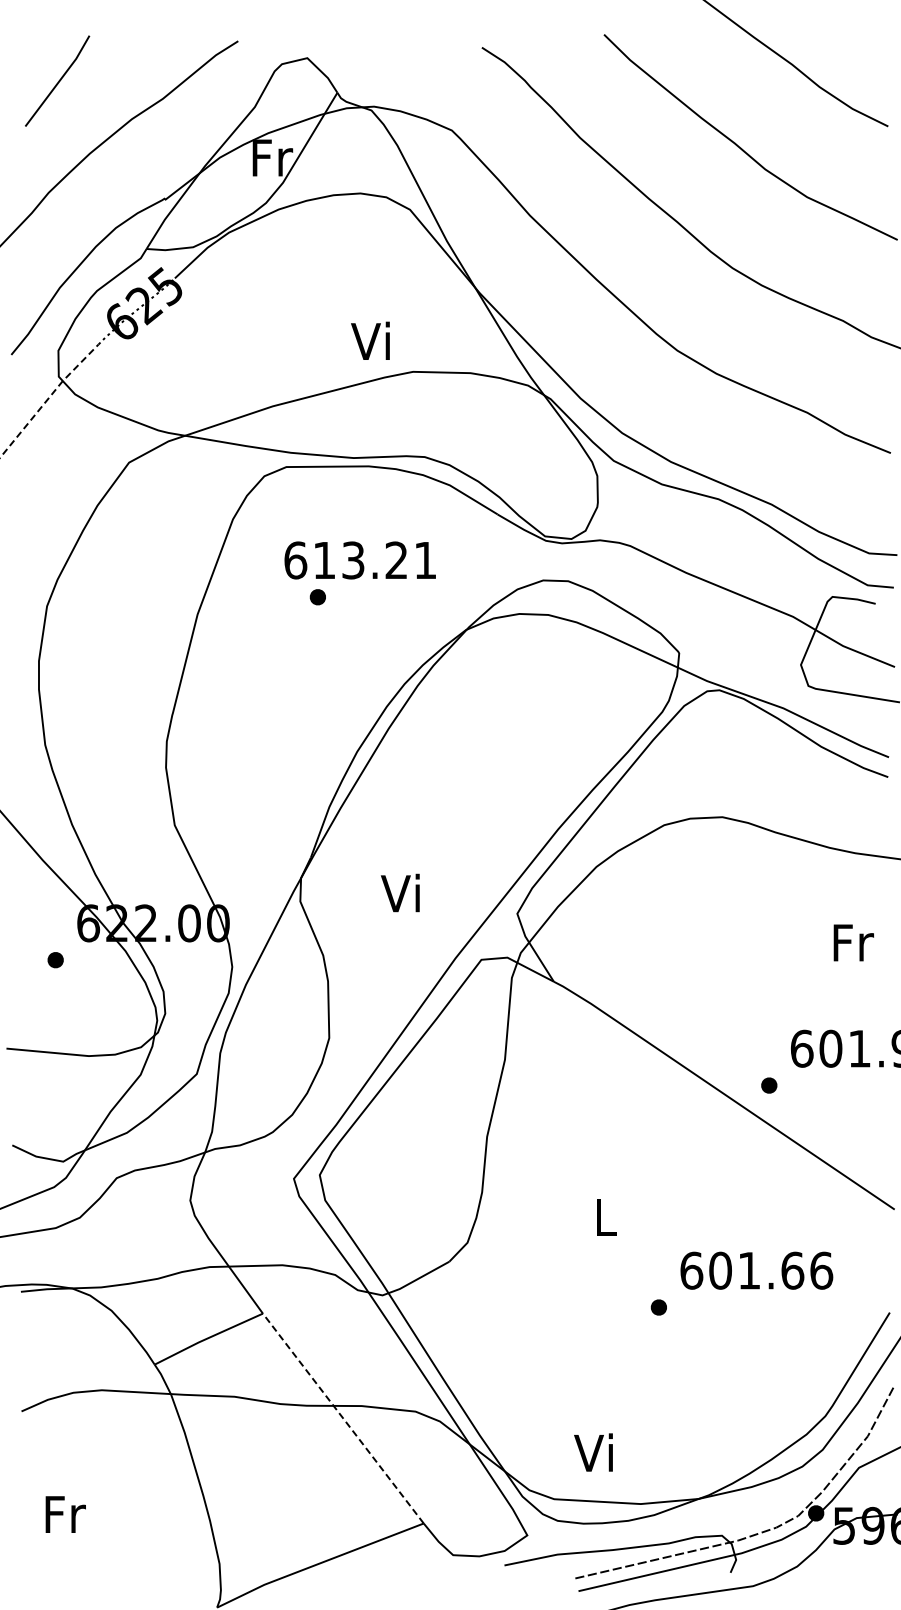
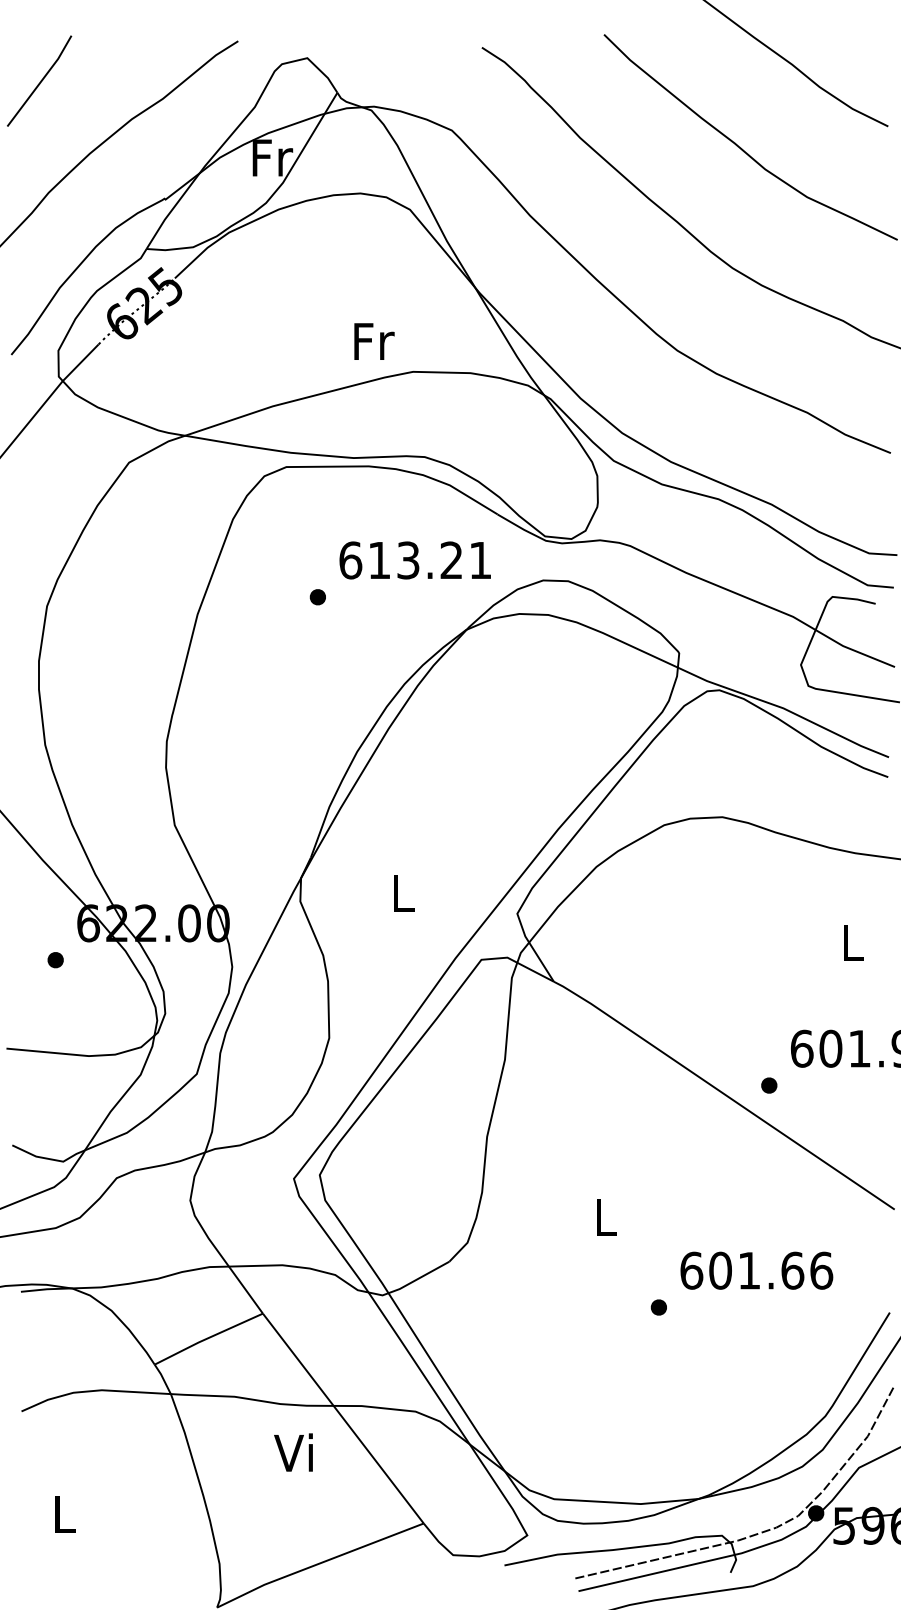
line at (58, 80) position: (58, 80) -> (40, 80)
text at (372, 340): Vi -> Fr
line at (48, 399): dashed -> solid
text at (359, 560) position: (359, 560) -> (414, 560)
text at (399, 892): Vi -> L
text at (853, 942): Fr -> L
line at (343, 1418): dashed -> solid
text at (593, 1452) position: (593, 1452) -> (293, 1452)
text at (65, 1514): Fr -> L
